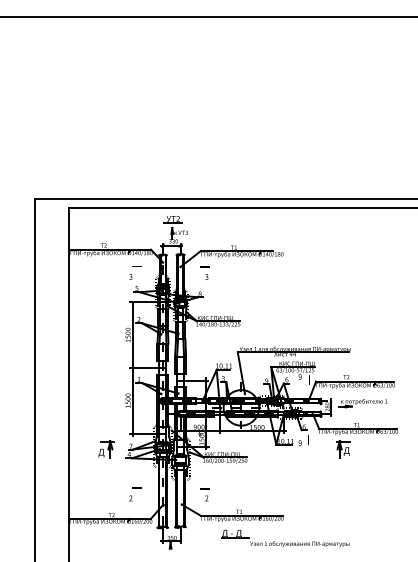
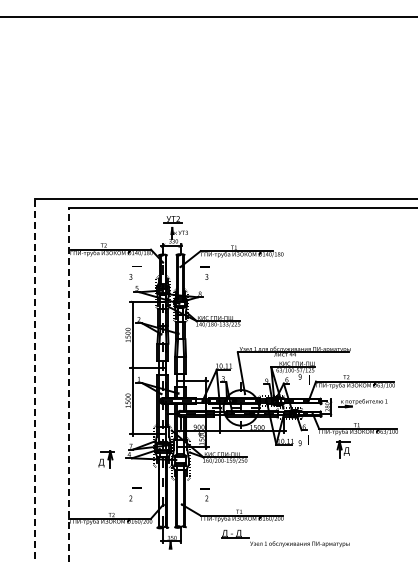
line at (35, 380): solid -> dashed
line at (69, 384): solid -> dashed
part at (106, 449) position: (106, 449) -> (106, 459)
